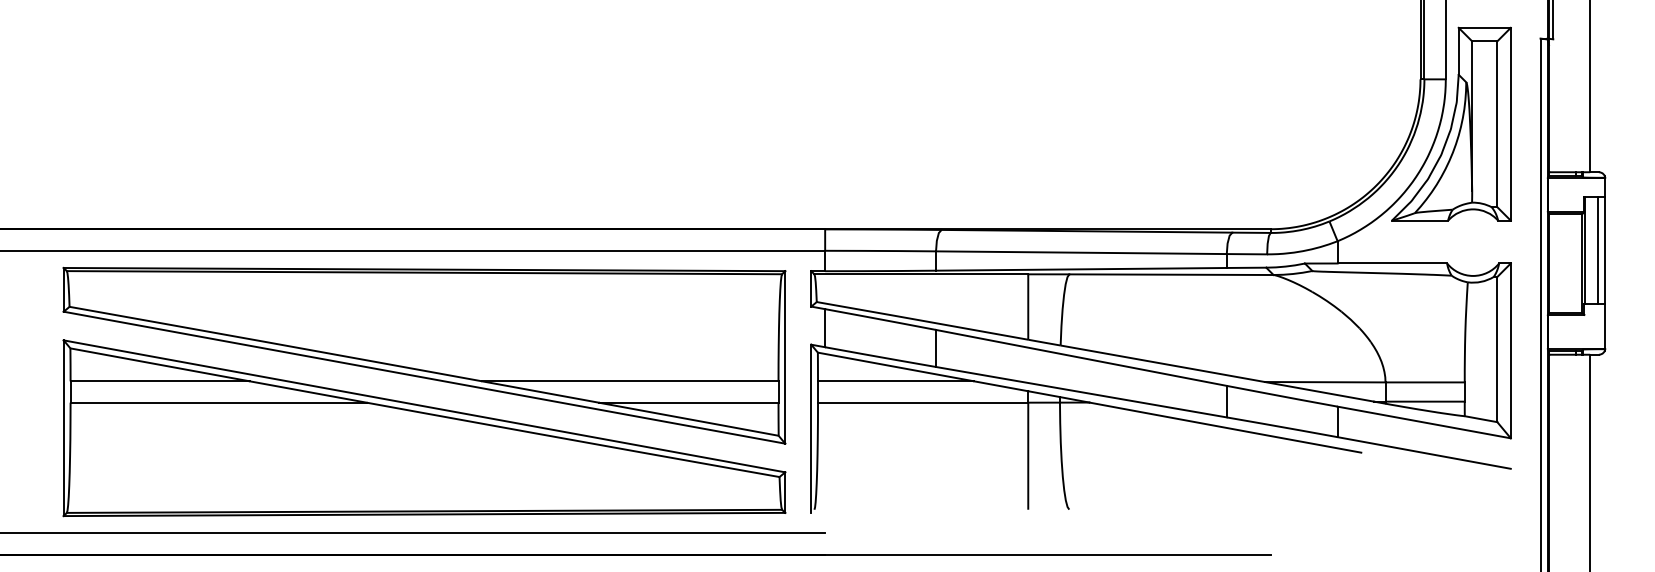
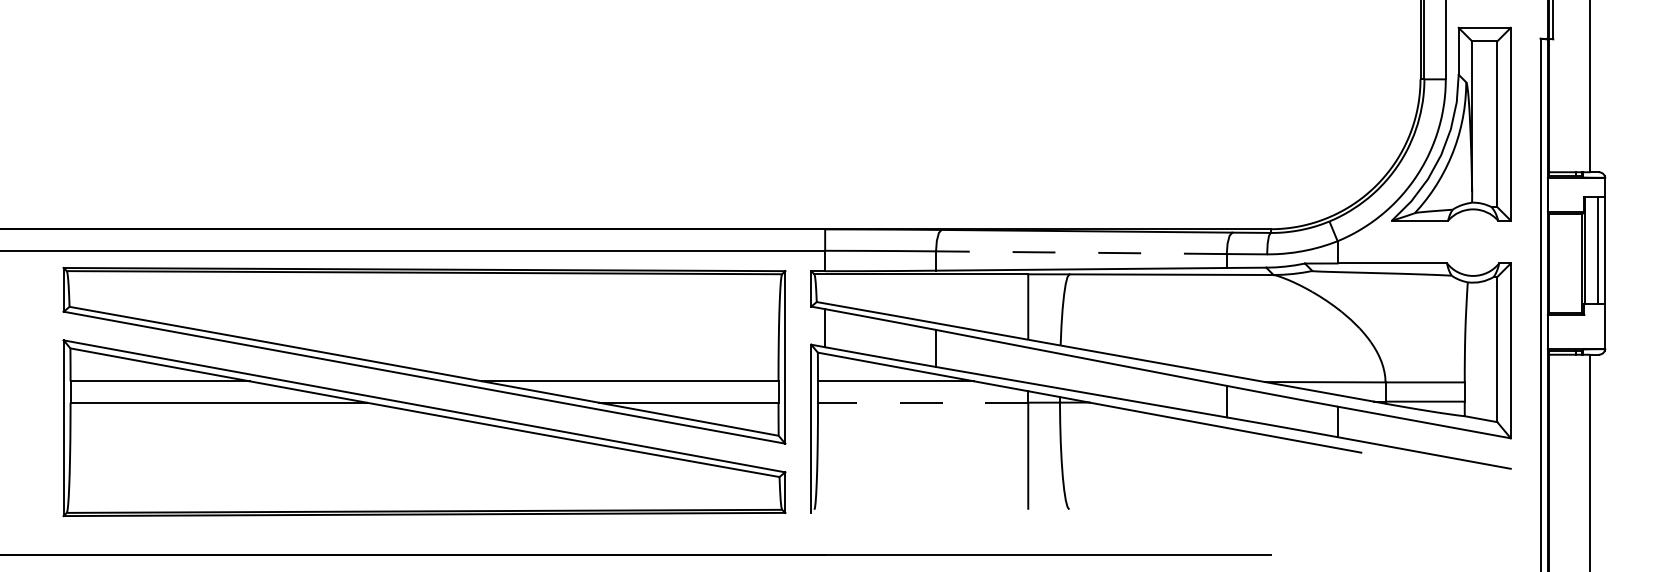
line at (1080, 252): solid -> dashed
line at (922, 402): solid -> dashed
line at (413, 533): present -> none
